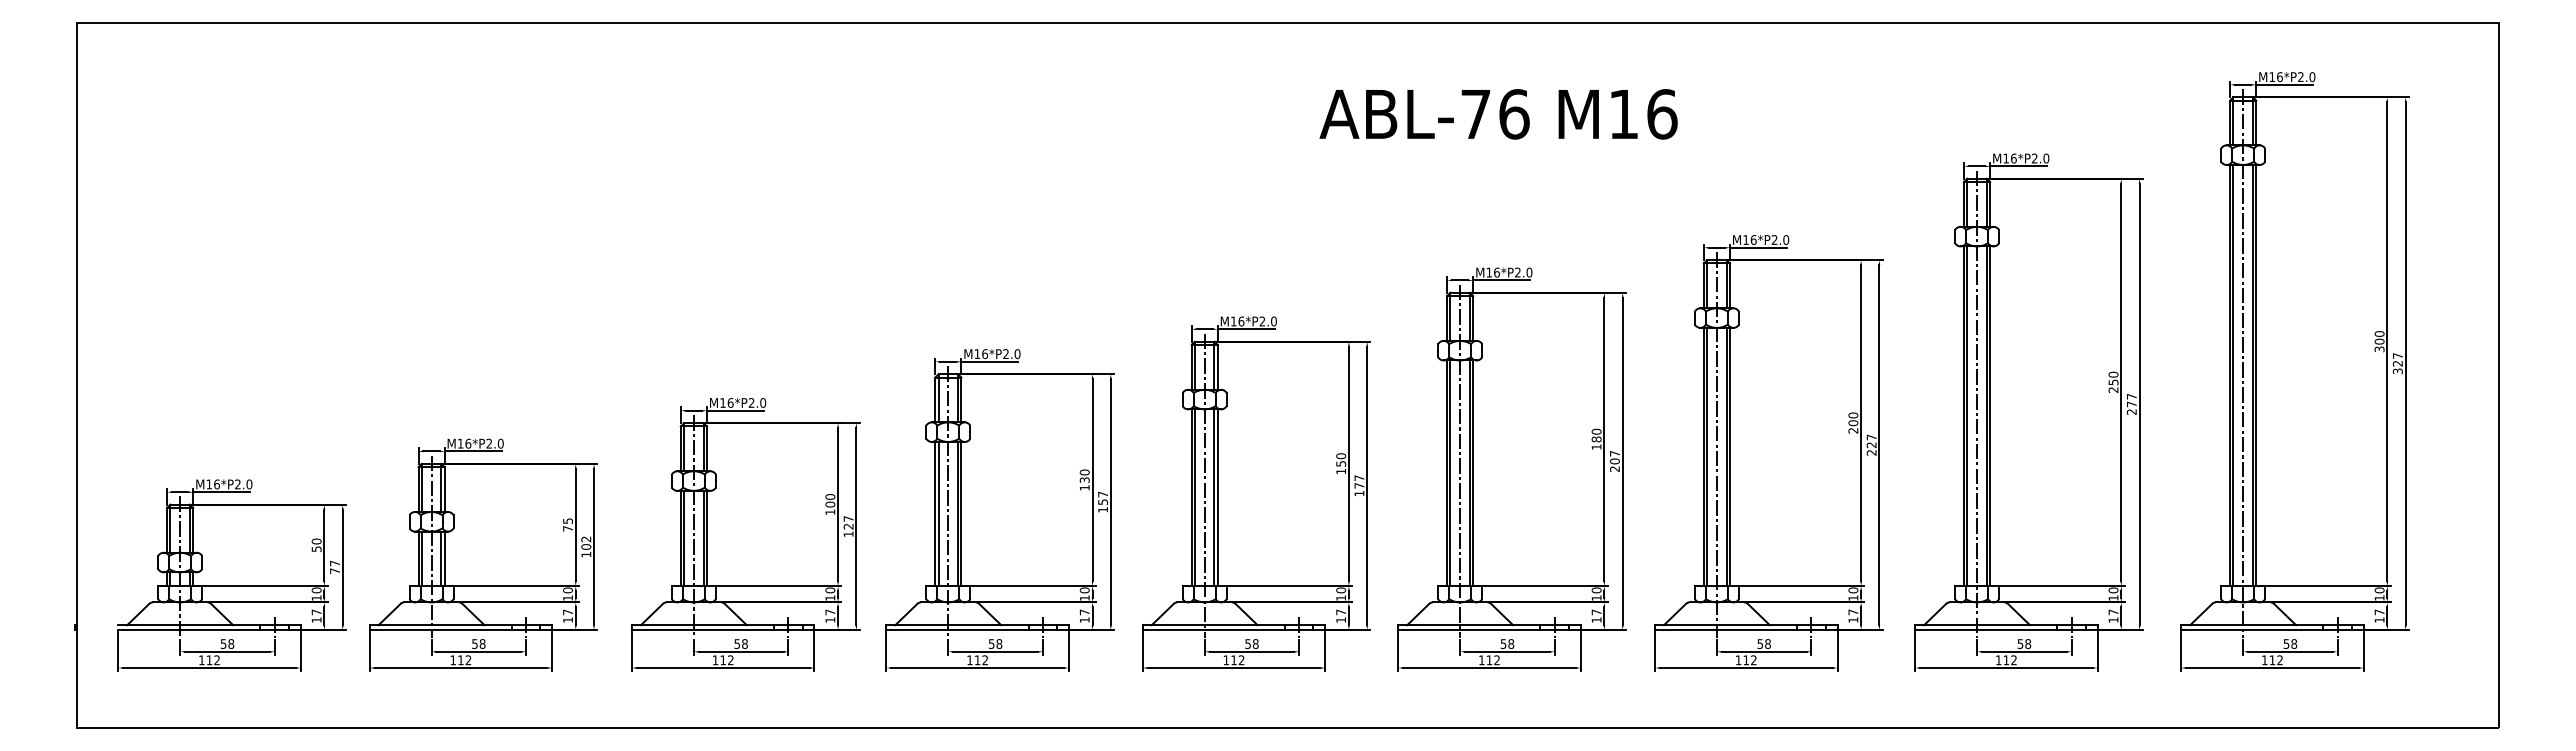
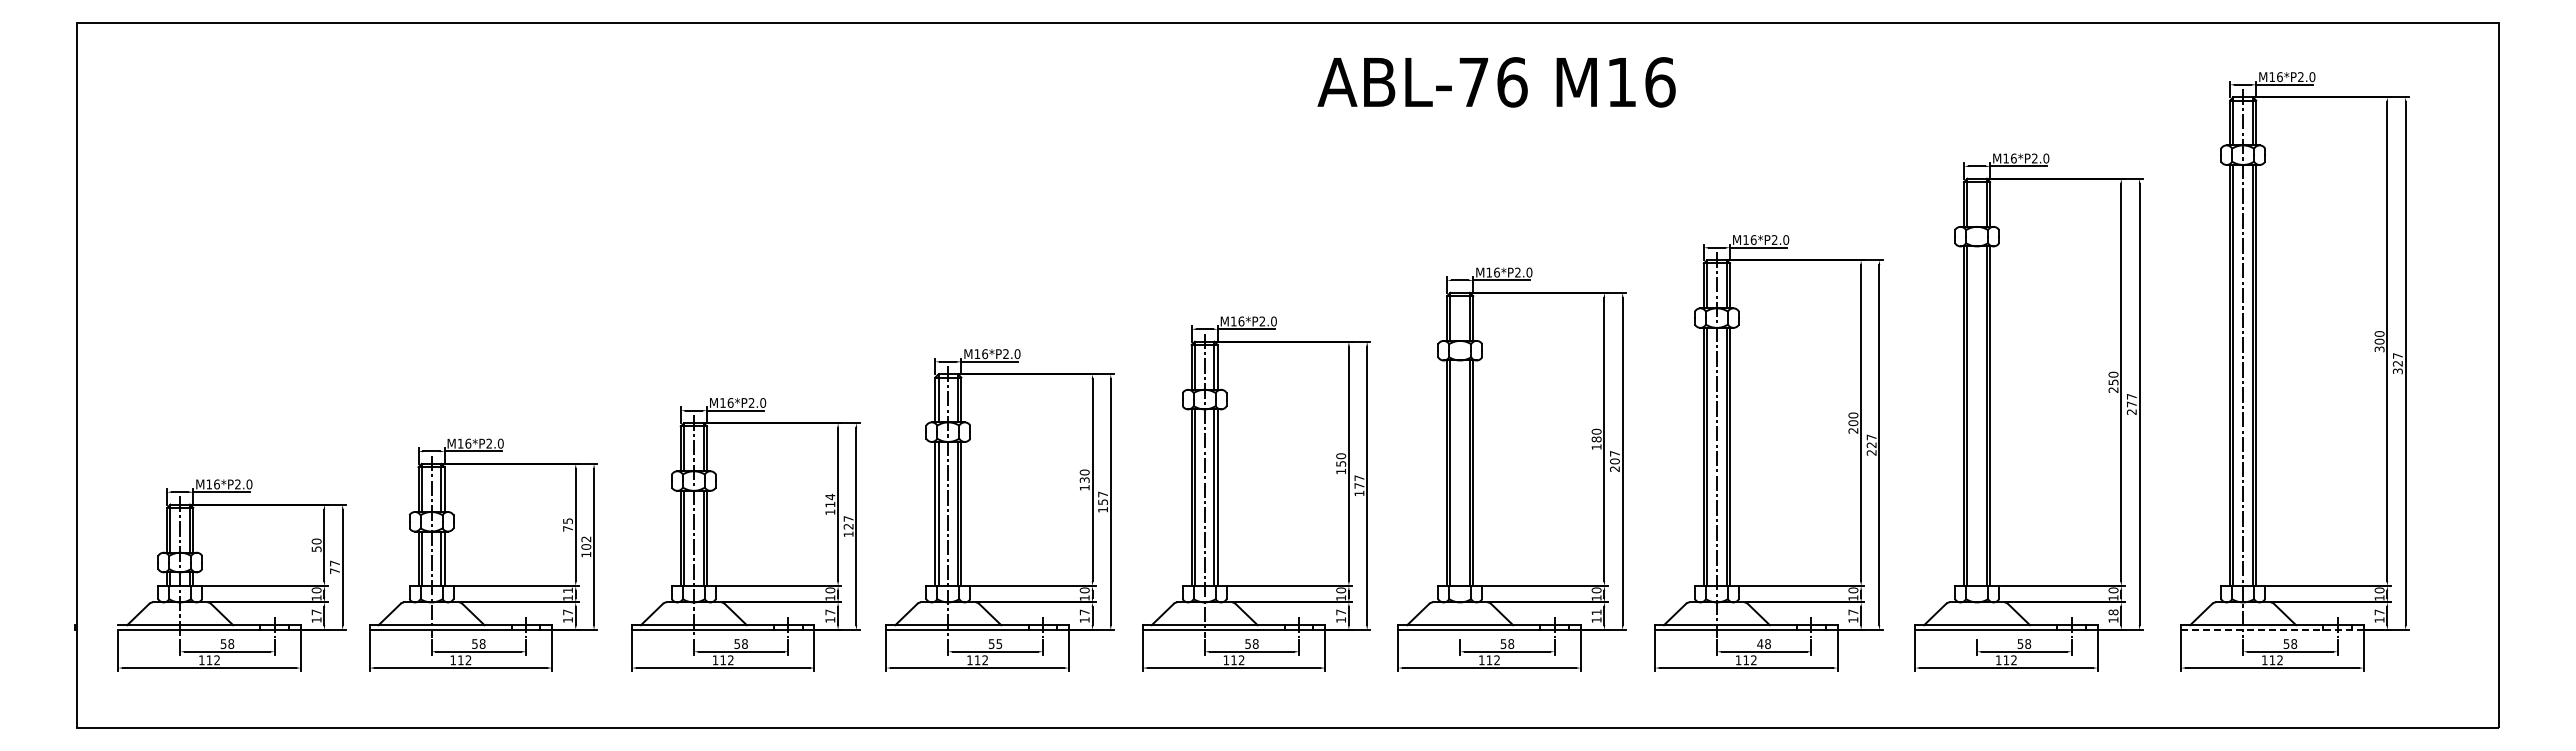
text at (1498, 114) position: (1498, 114) -> (1496, 82)
line at (1977, 404): present -> none
line at (1460, 461): present -> none
text at (830, 500): 100 -> 114
text at (567, 590): 10 -> 11
text at (1596, 612): 17 -> 11
text at (2113, 612): 17 -> 18
line at (2272, 630): solid -> dashed
text at (999, 643): 58 -> 55
text at (1760, 644): 58 -> 48
